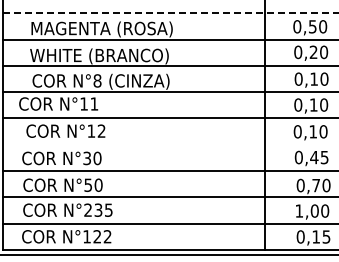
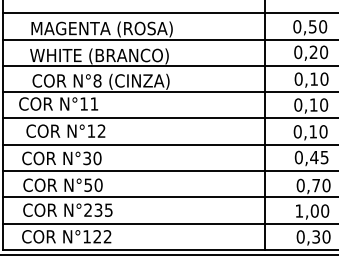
line at (170, 13): dashed -> solid
line at (168, 144): none -> present
text at (321, 236): 0,15 -> 0,30
